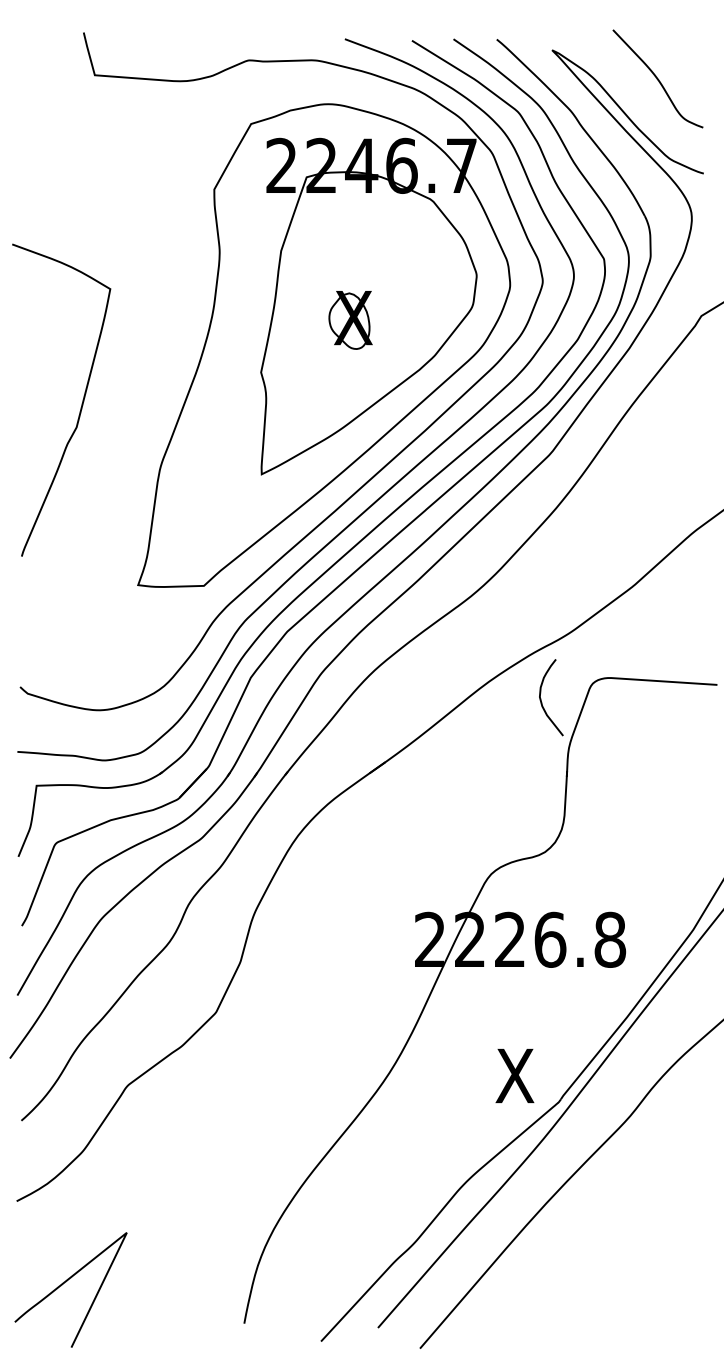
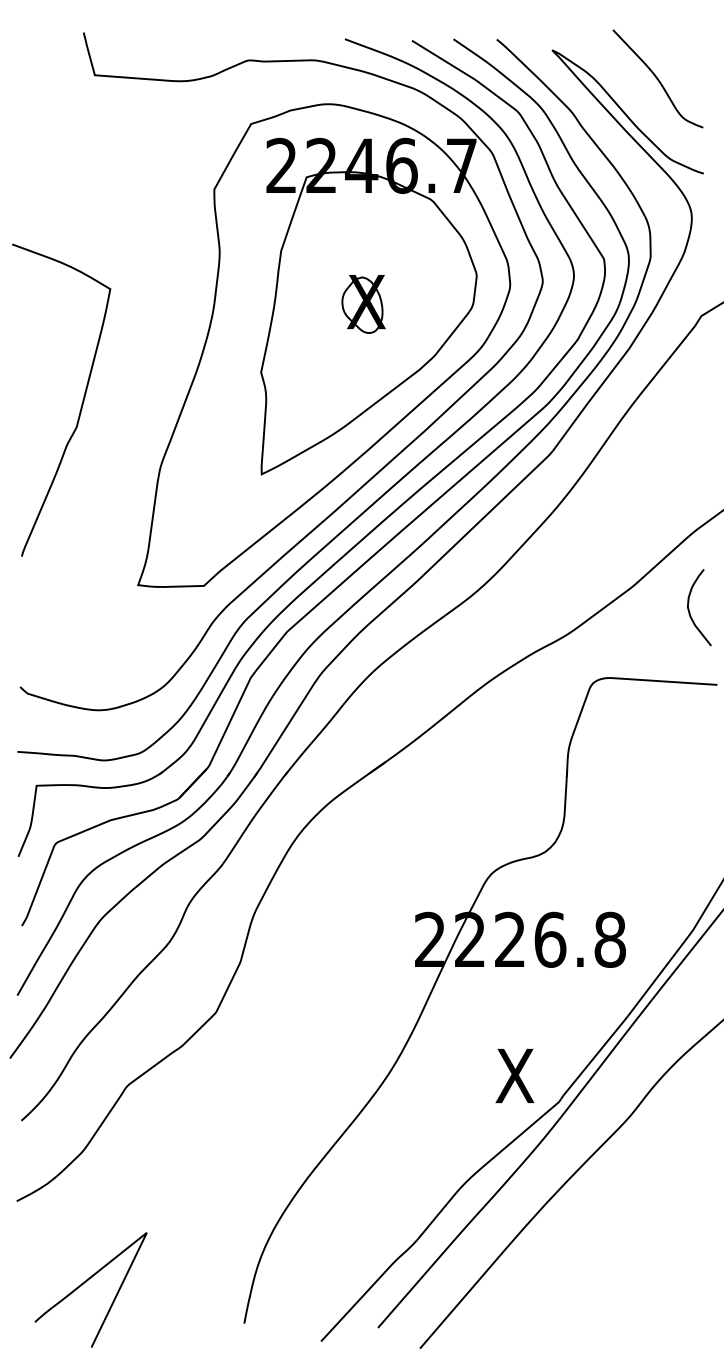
part at (350, 320) position: (350, 320) -> (363, 304)
curve at (541, 698) position: (541, 698) -> (689, 608)
curve at (66, 1282) position: (66, 1282) -> (86, 1282)
